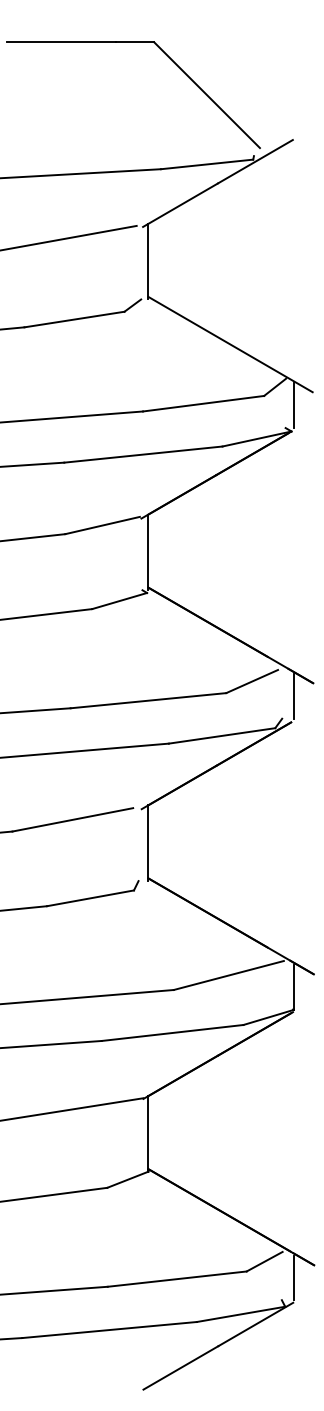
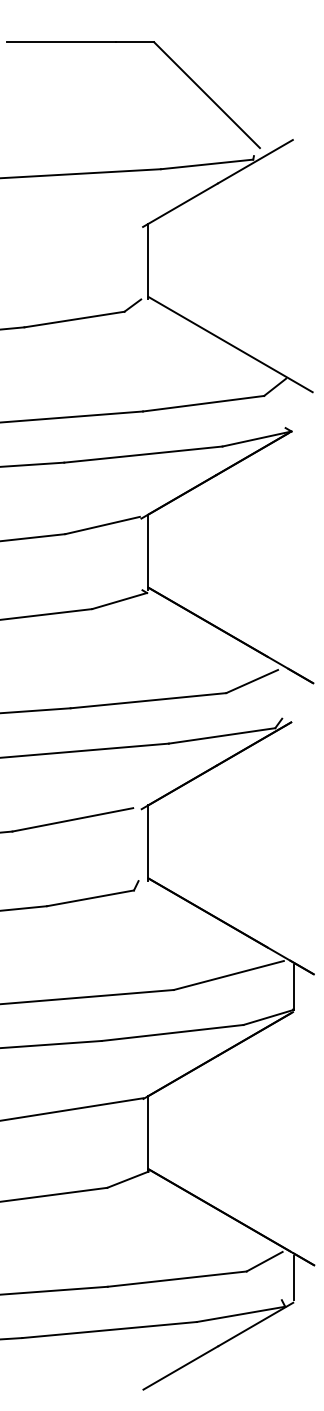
line at (69, 237): present -> none
line at (293, 405): present -> none
line at (293, 696): present -> none
